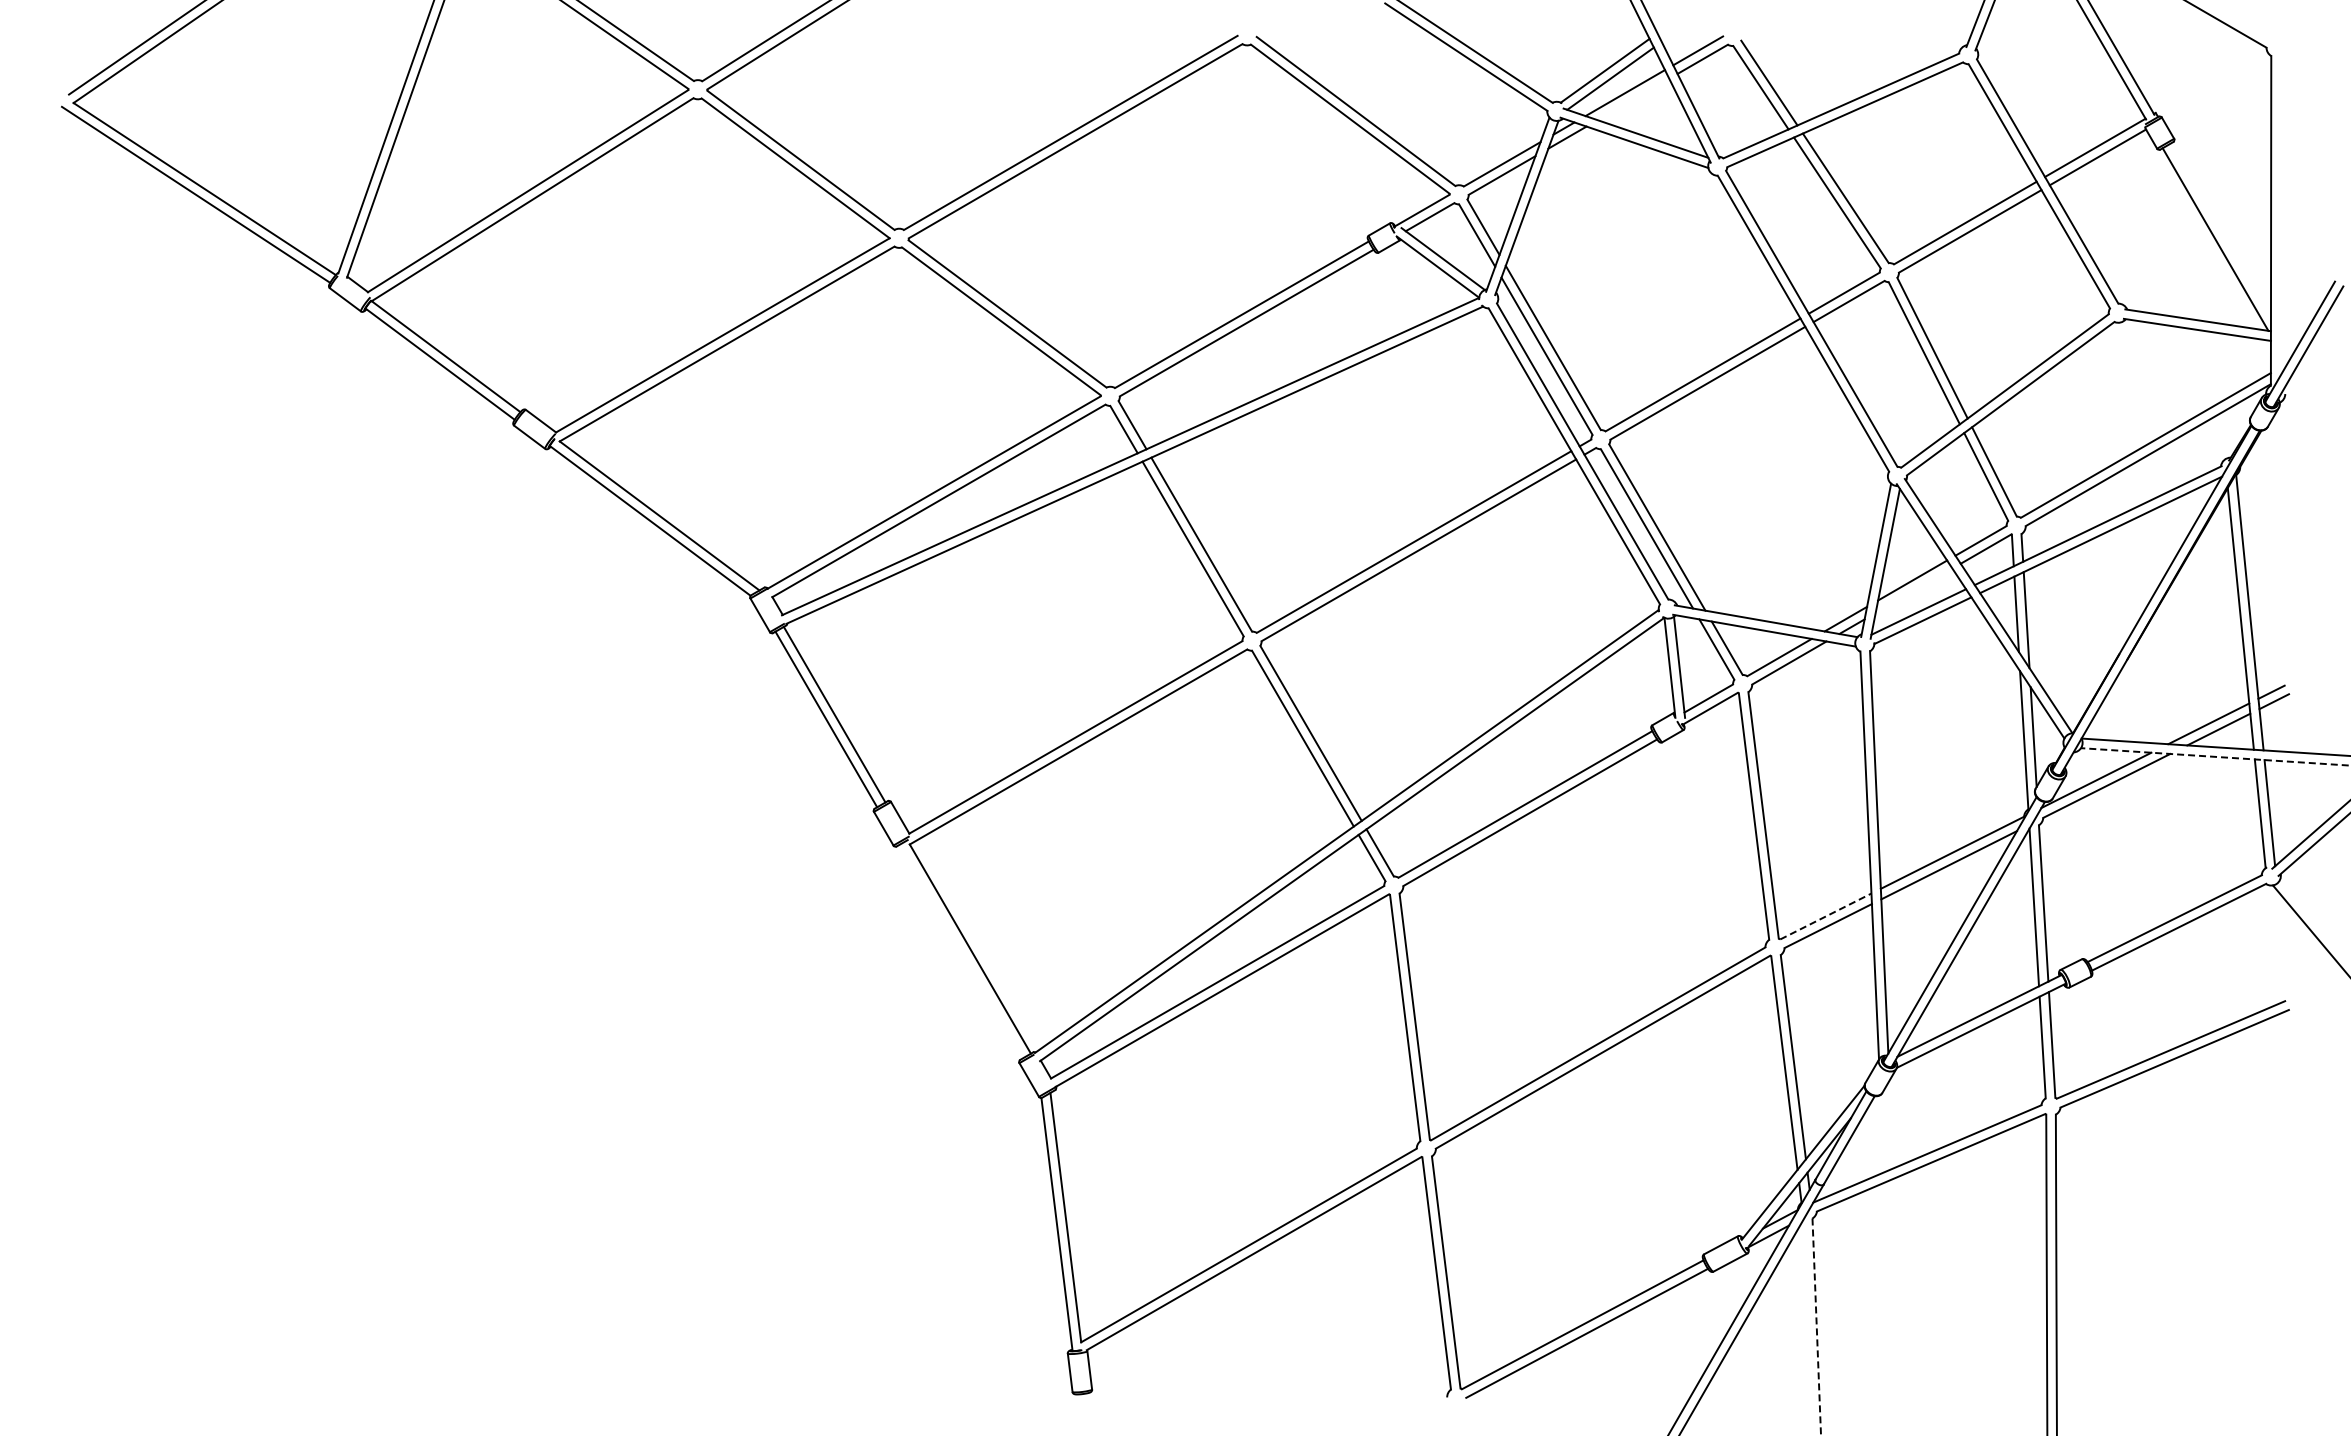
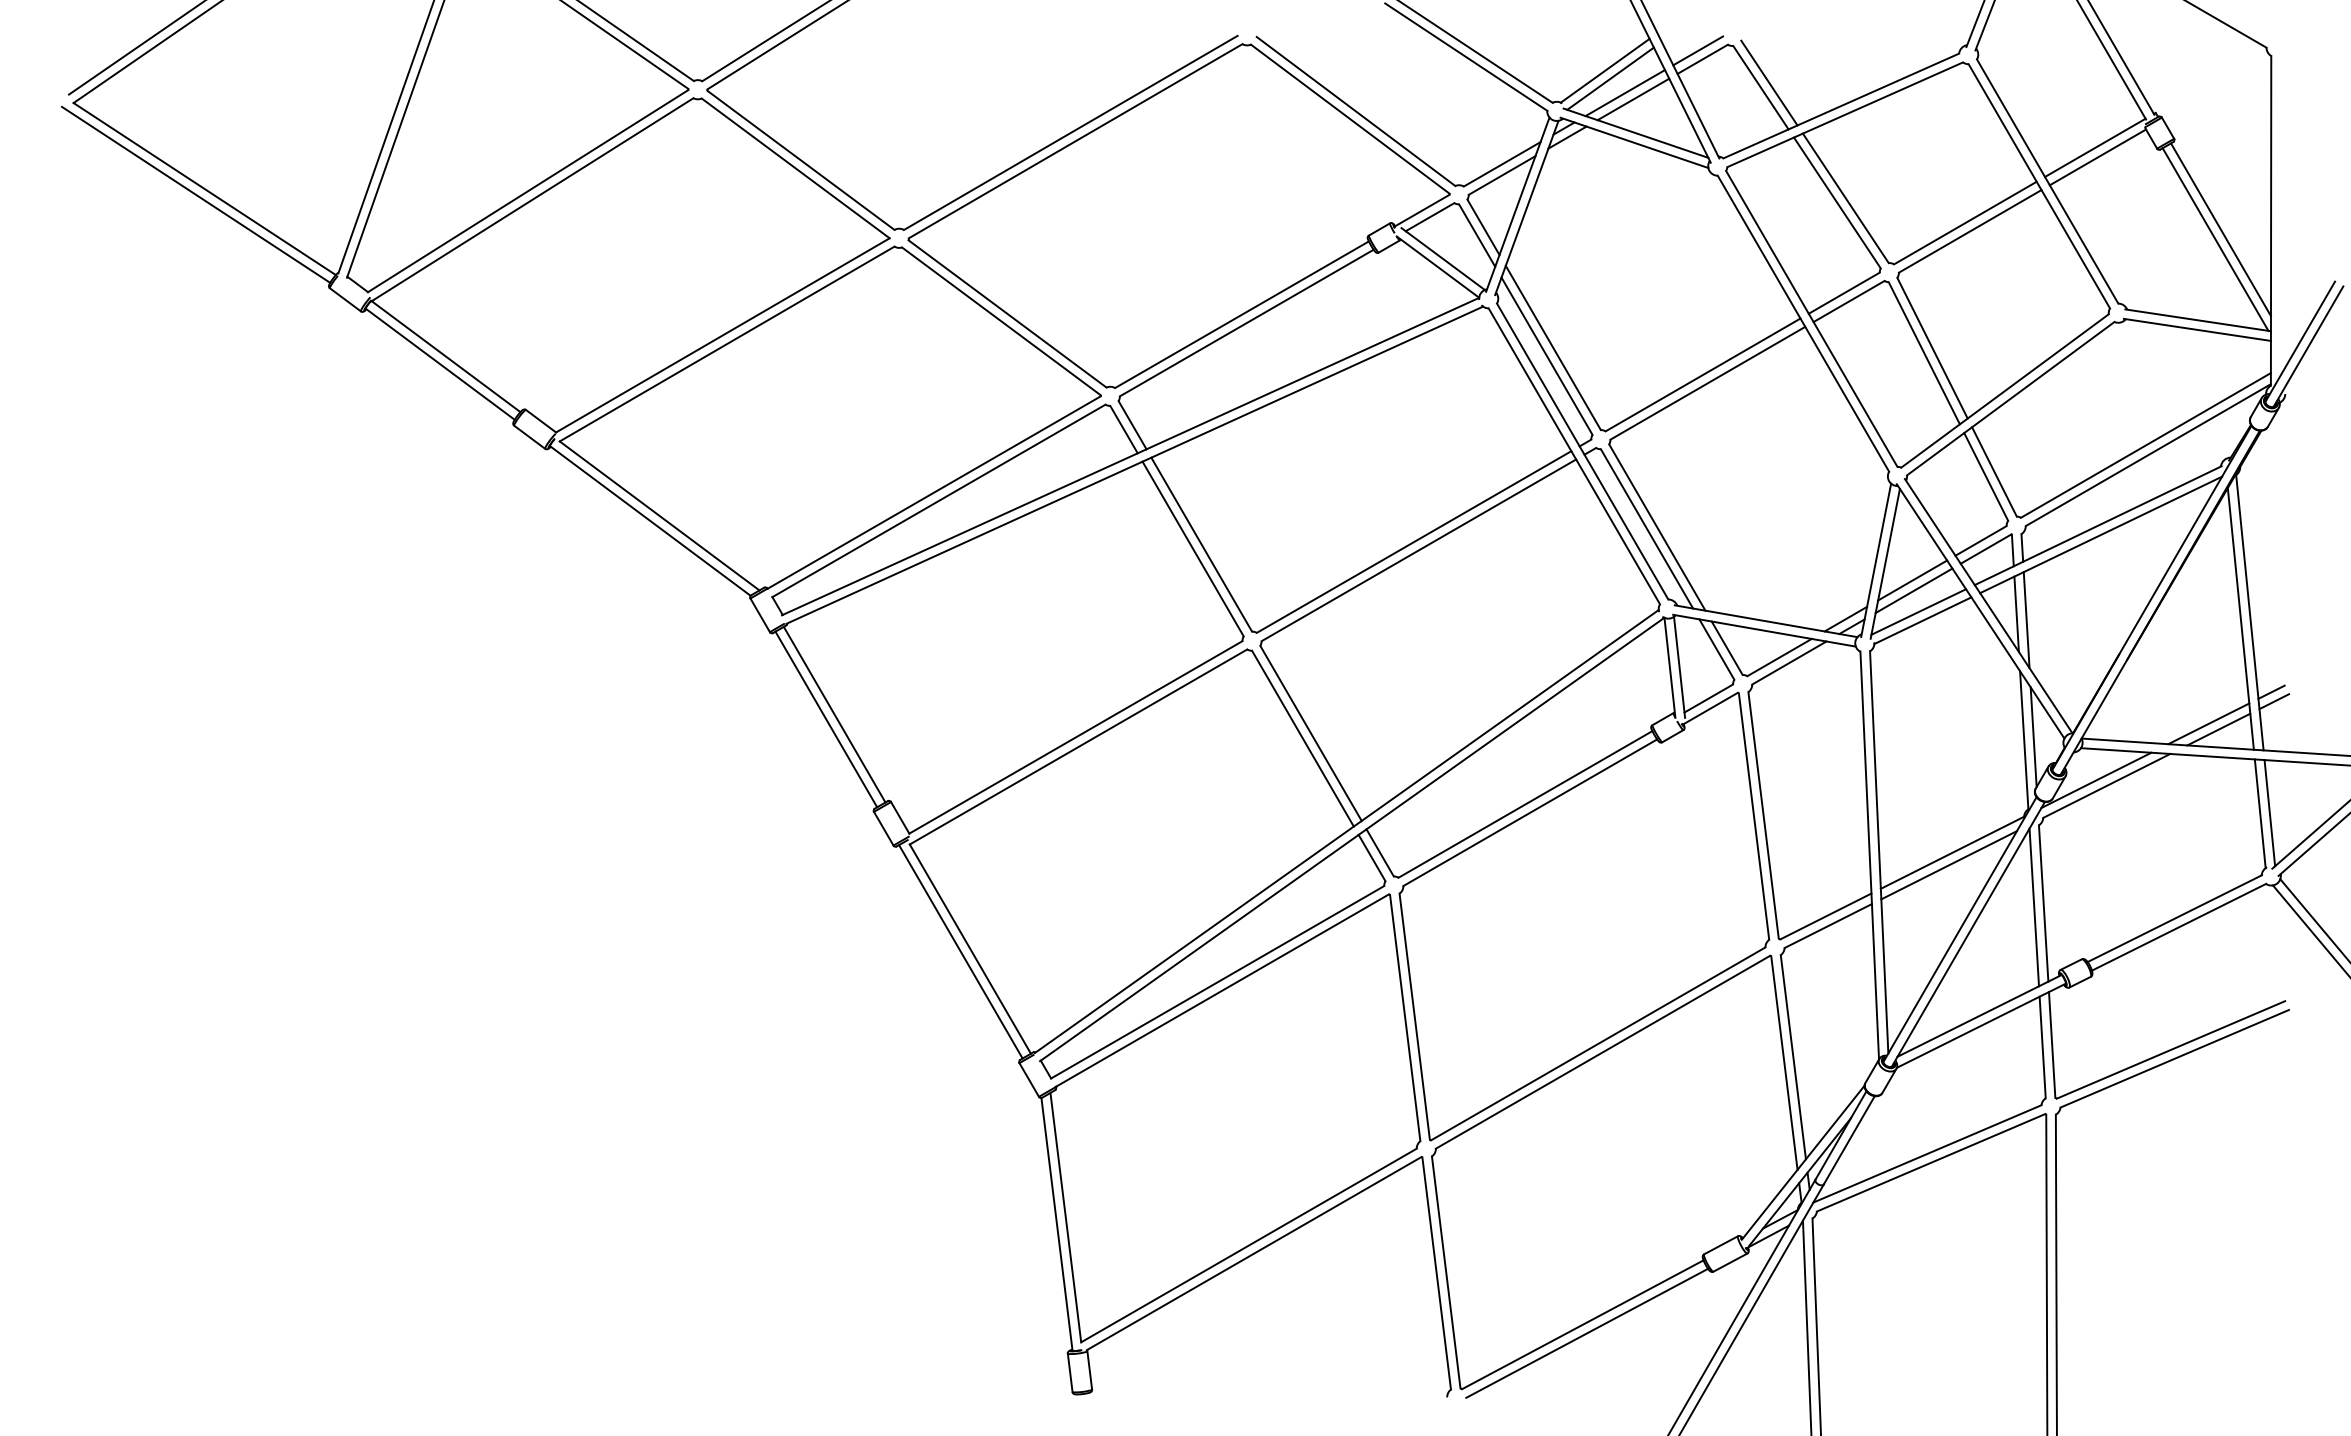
line at (1633, 99): none -> present
line at (2220, 229): none -> present
line at (1913, 590): none -> present
line at (2215, 756): dashed -> solid
line at (1826, 916): dashed -> solid
line at (2313, 919): none -> present
line at (960, 951): none -> present
line at (1806, 1326): none -> present
line at (1816, 1327): dashed -> solid
